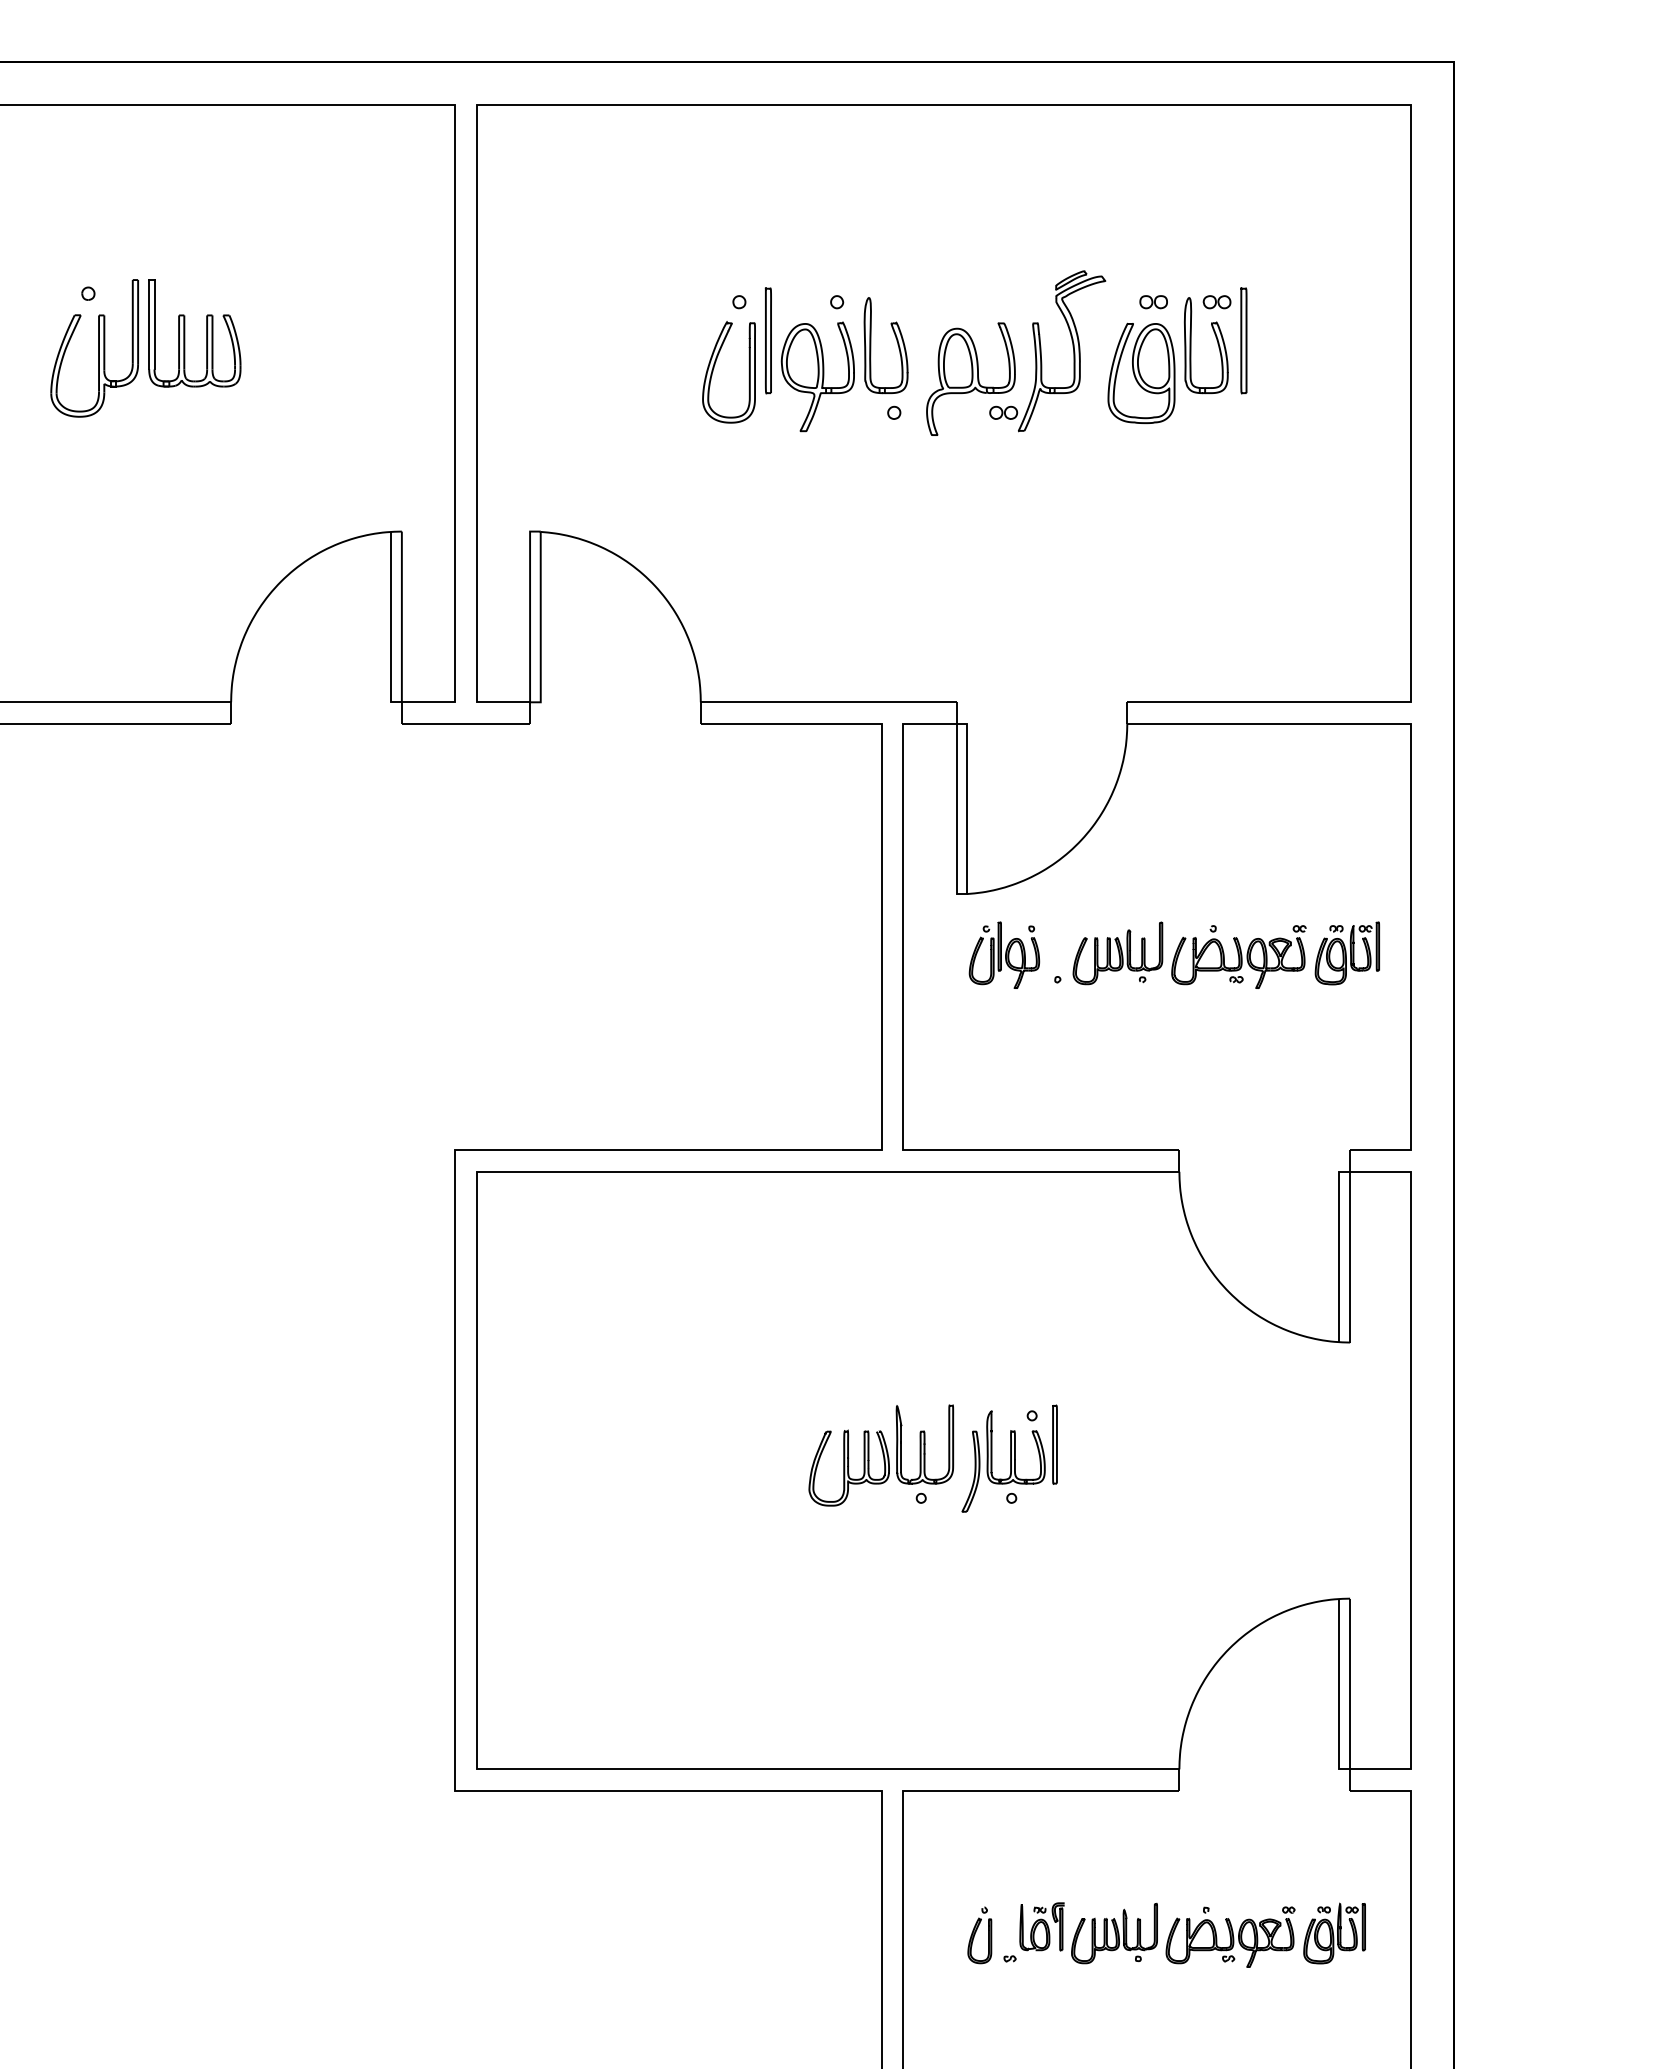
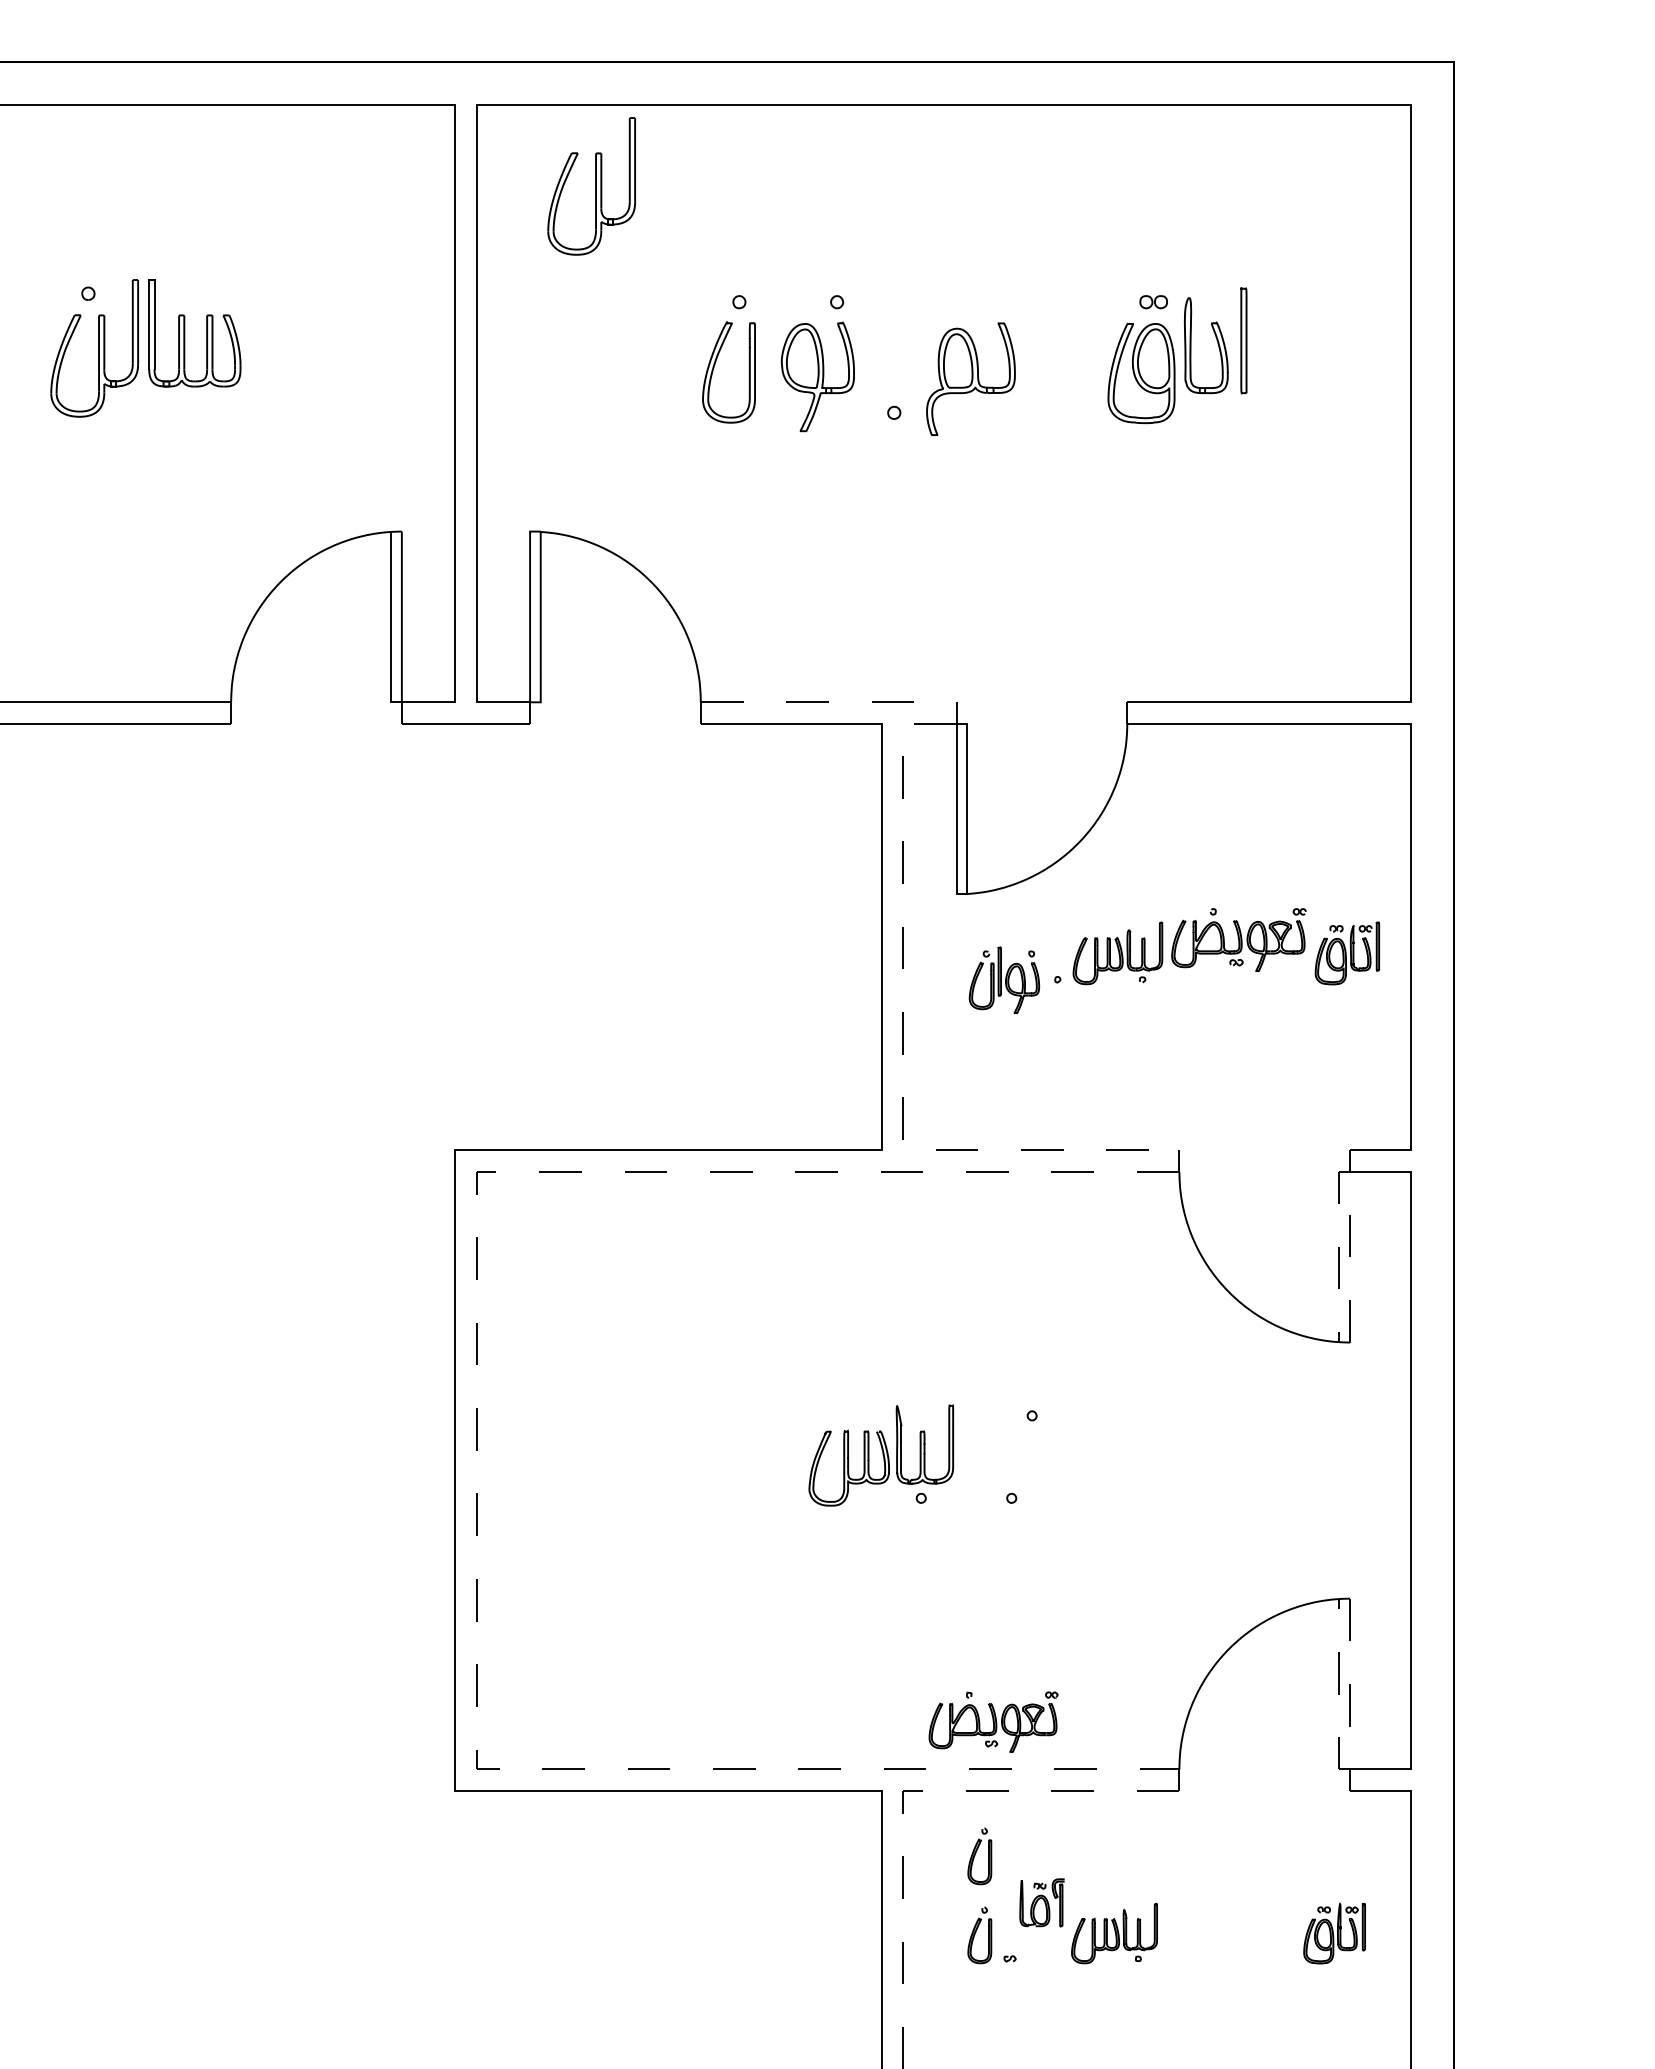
part at (591, 186): none -> present
part at (1216, 302): present -> none
part at (767, 340): present -> none
part at (896, 341): present -> none
part at (1047, 351): present -> none
line at (828, 702): solid -> dashed
part at (1004, 954) position: (1004, 954) -> (1004, 979)
part at (1238, 956) position: (1238, 956) -> (1238, 939)
line at (903, 1048): solid -> dashed
line at (1344, 1171): solid -> dashed
part at (1009, 1458): present -> none
line at (476, 1470): solid -> dashed
line at (1344, 1769): solid -> dashed
line at (903, 1791): solid -> dashed
part at (979, 1856): none -> present
part at (1041, 1926) position: (1041, 1926) -> (1041, 1902)
part at (1230, 1936) position: (1230, 1936) -> (993, 1721)
